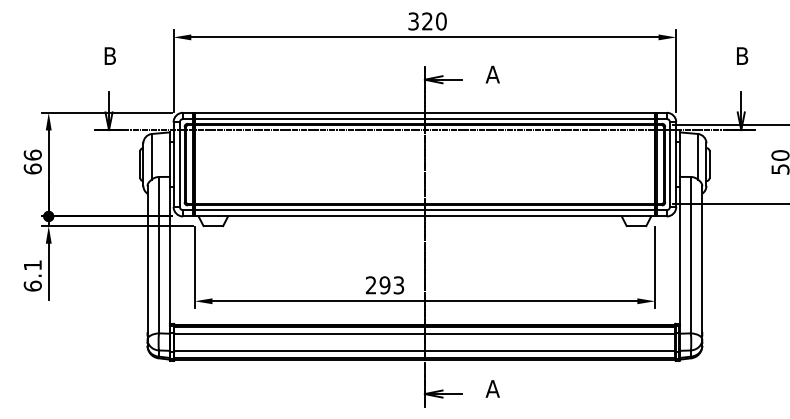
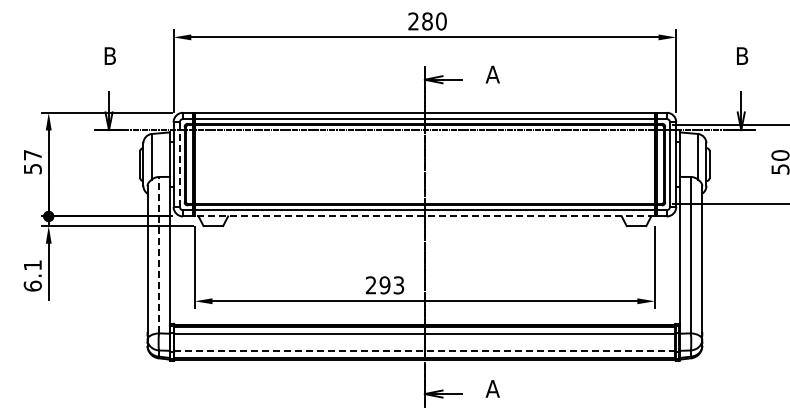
text at (420, 21): 320 -> 280
text at (32, 161): 66 -> 57
line at (179, 164): solid -> dashed
line at (424, 216): solid -> dashed
line at (159, 254): solid -> dashed
line at (424, 350): solid -> dashed
